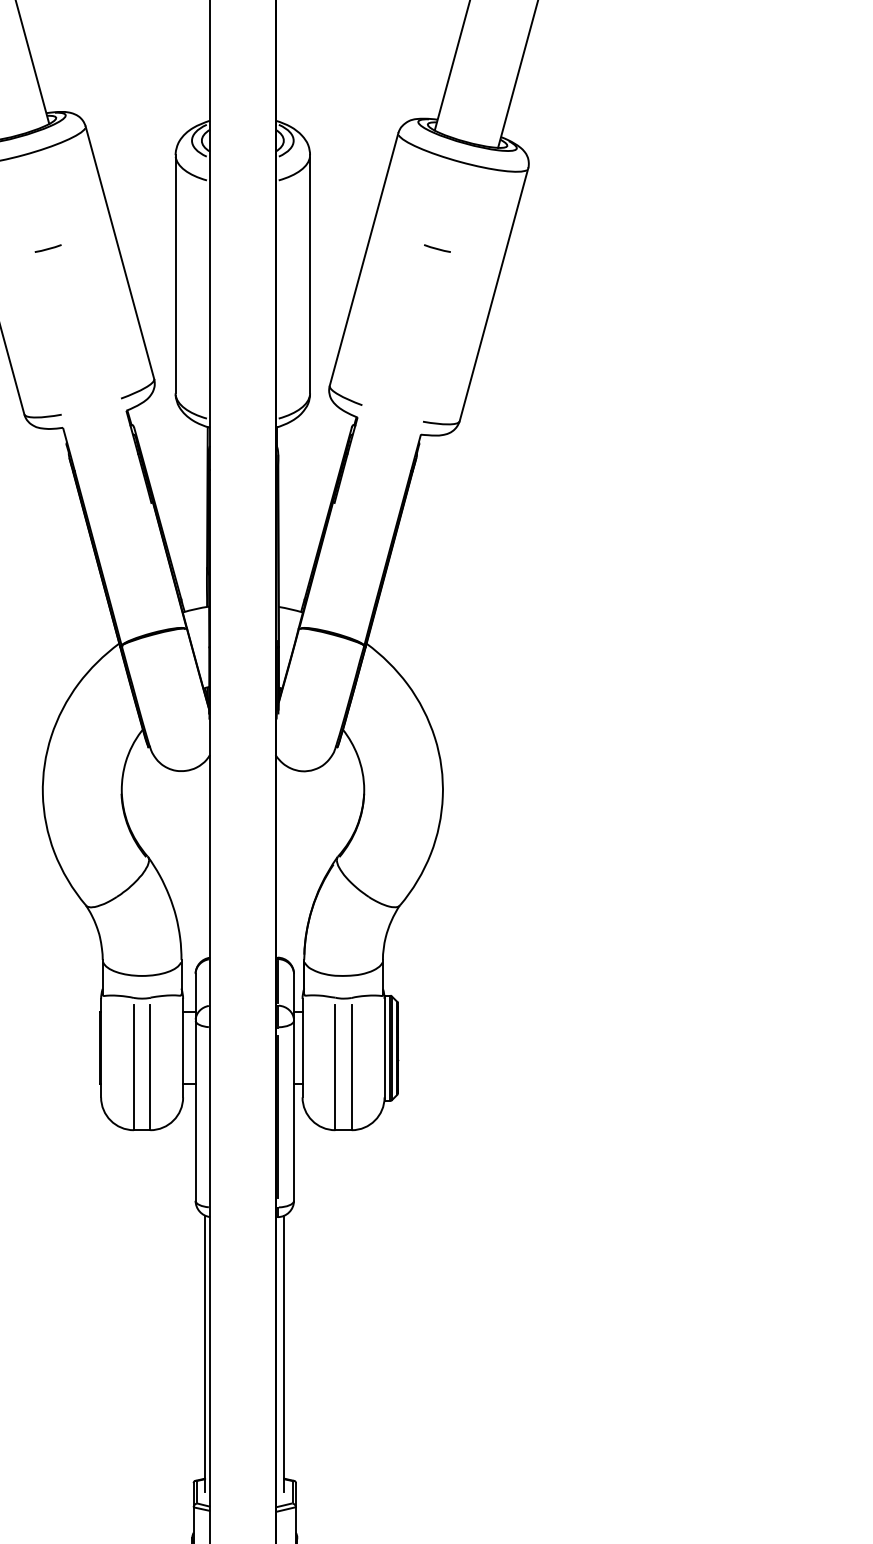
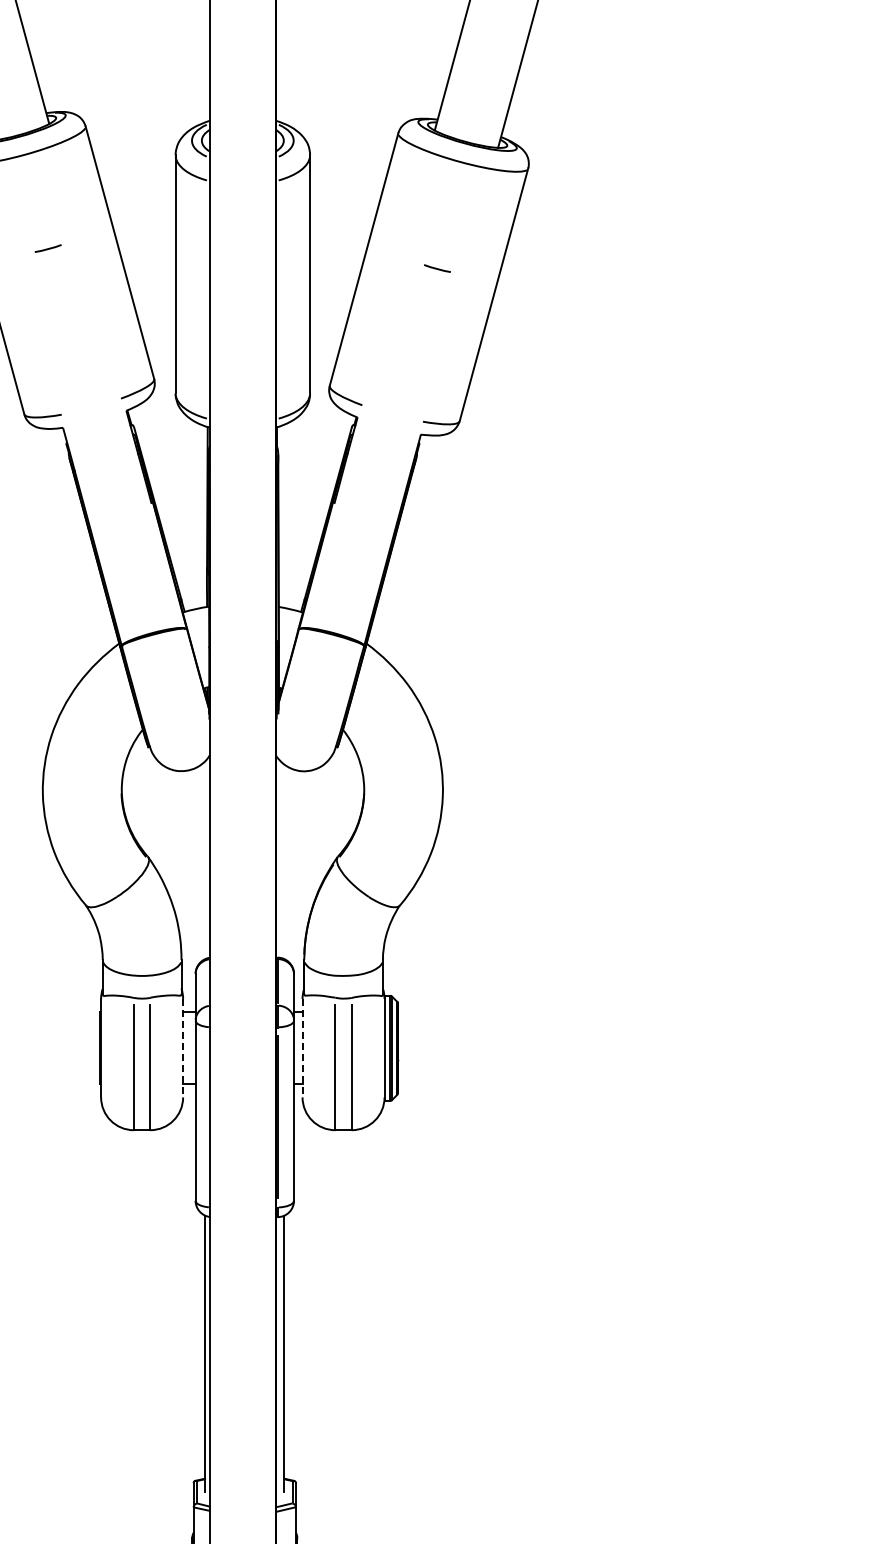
line at (437, 248) position: (437, 248) -> (437, 268)
line at (183, 1048): solid -> dashed
line at (302, 1048): solid -> dashed
